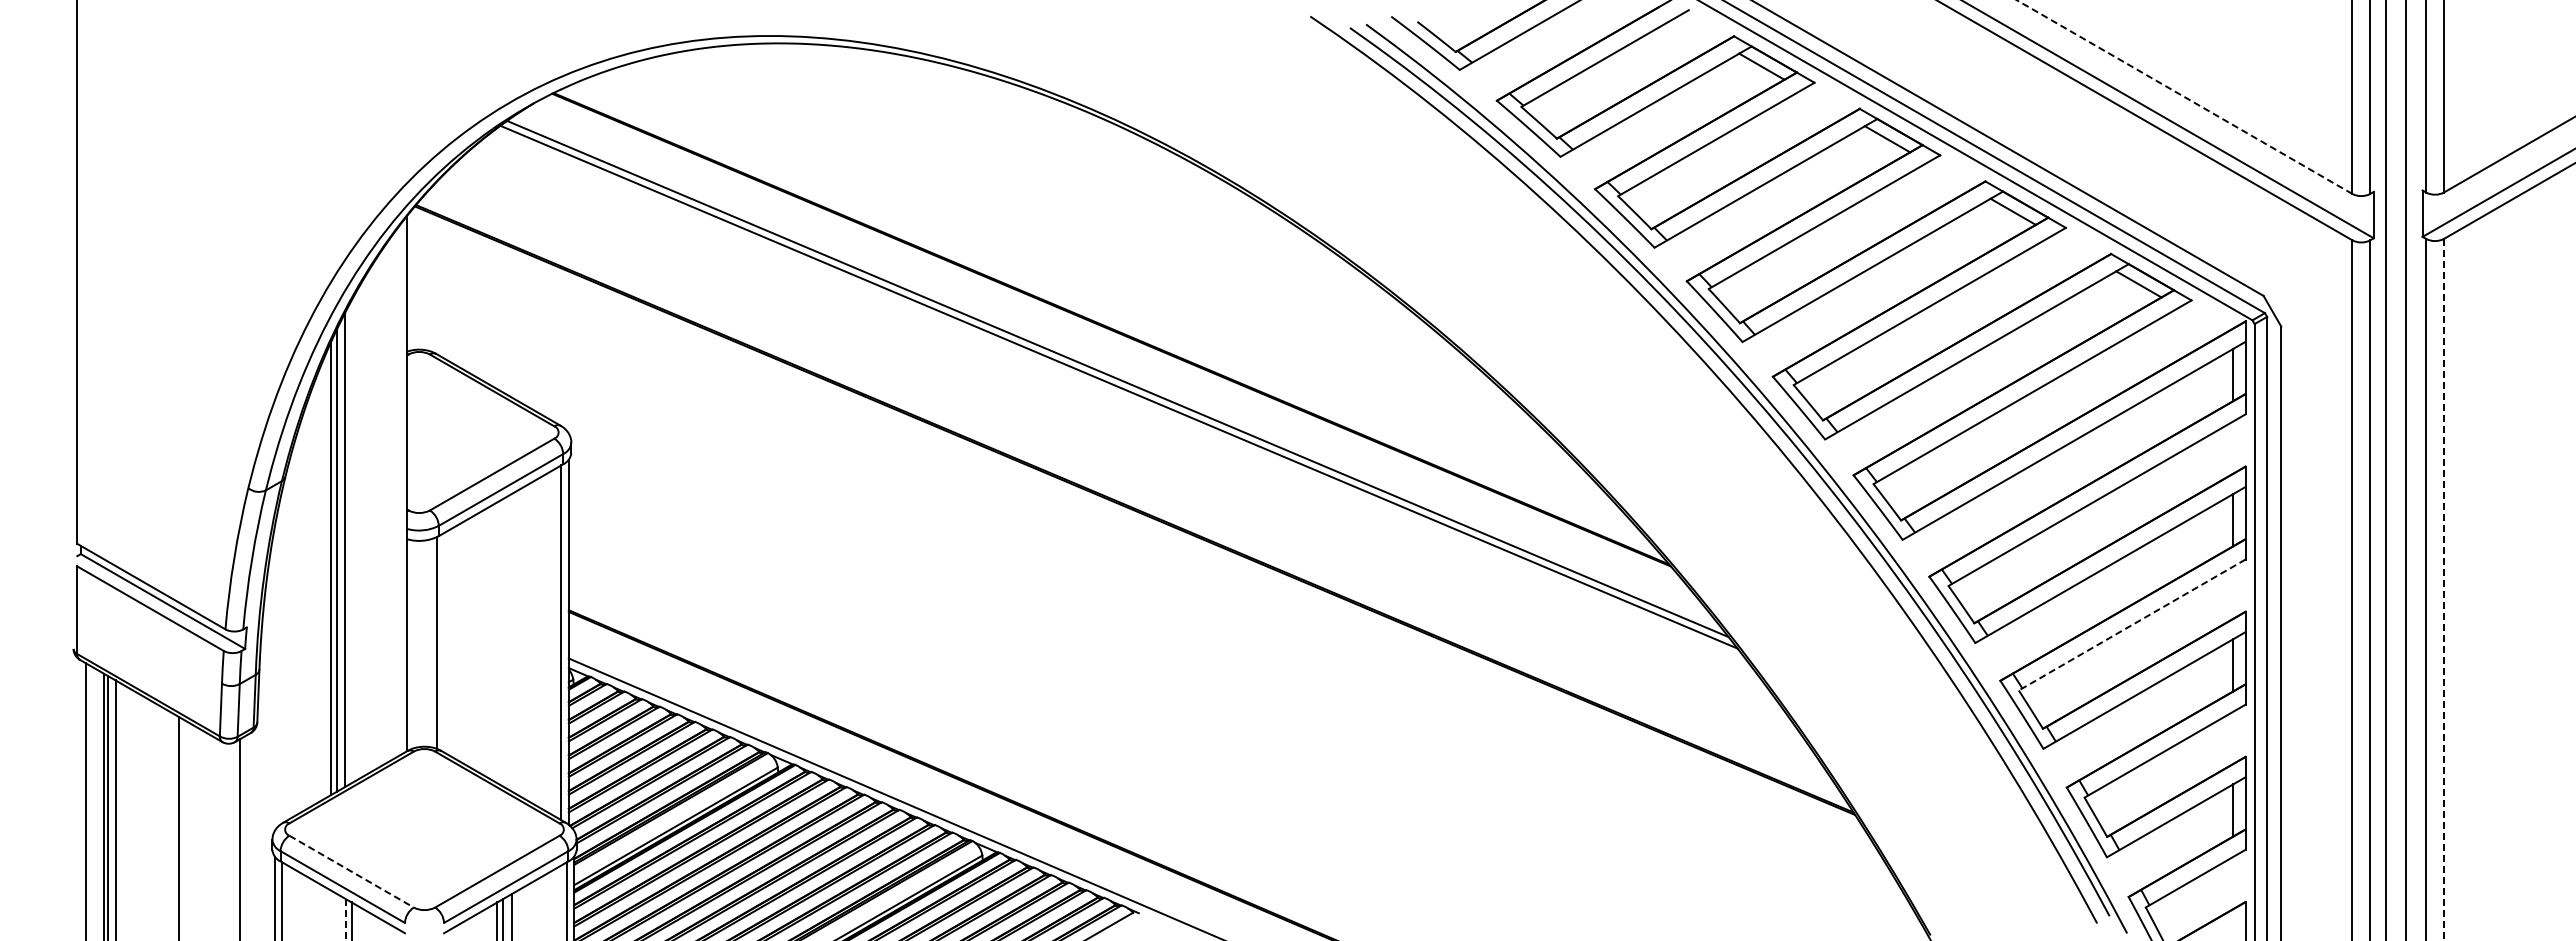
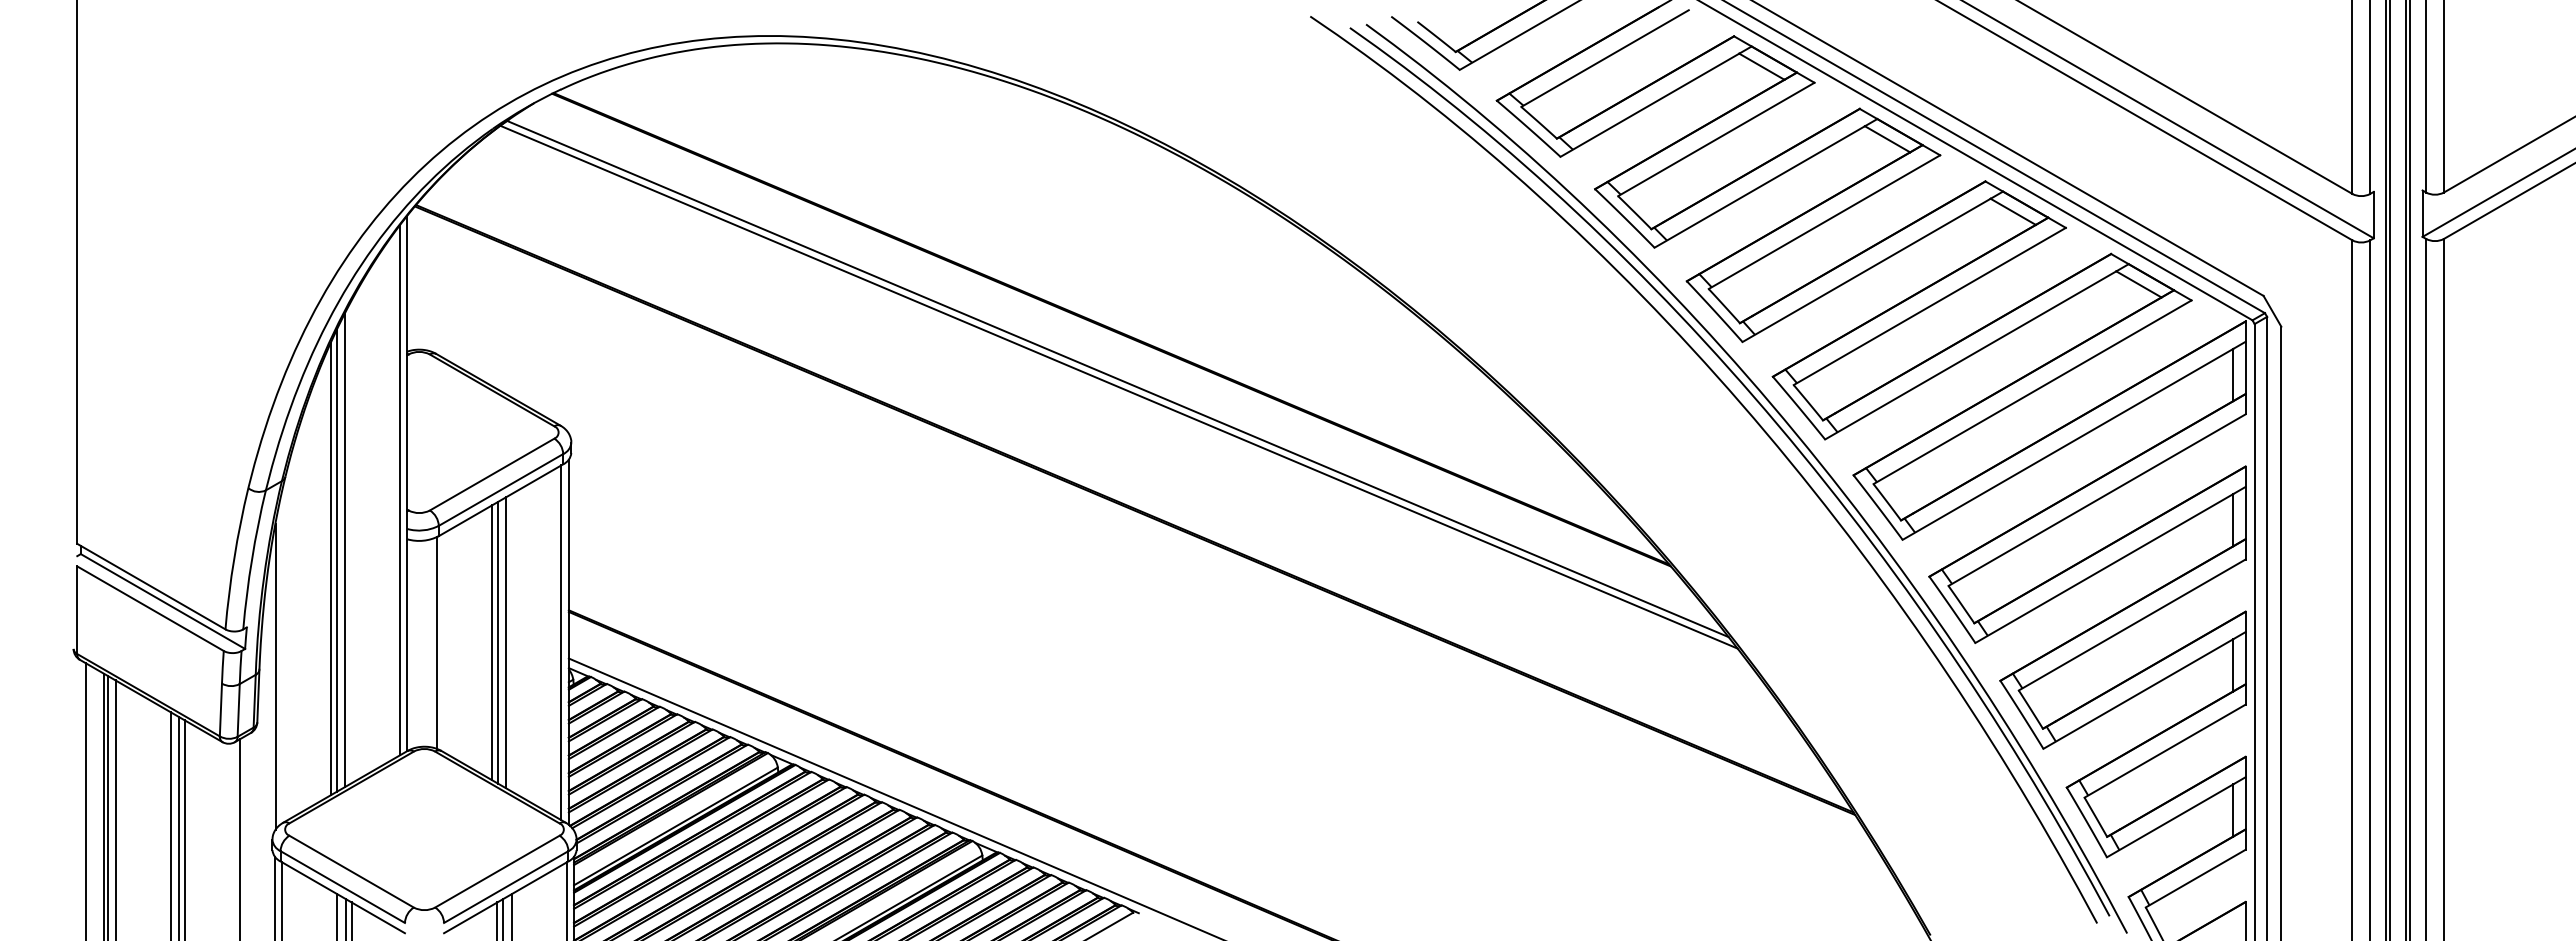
line at (2184, 97): dashed -> solid
line at (2389, 469): none -> present
line at (2410, 469): none -> present
line at (399, 490): none -> present
line at (2443, 589): dashed -> solid
line at (2132, 625): dashed -> solid
line at (492, 642): none -> present
line at (498, 642): none -> present
line at (506, 642): none -> present
line at (275, 676): none -> present
line at (170, 824): none -> present
line at (184, 828): none -> present
line at (351, 871): dashed -> solid
line at (337, 915): none -> present
line at (345, 919): dashed -> solid
